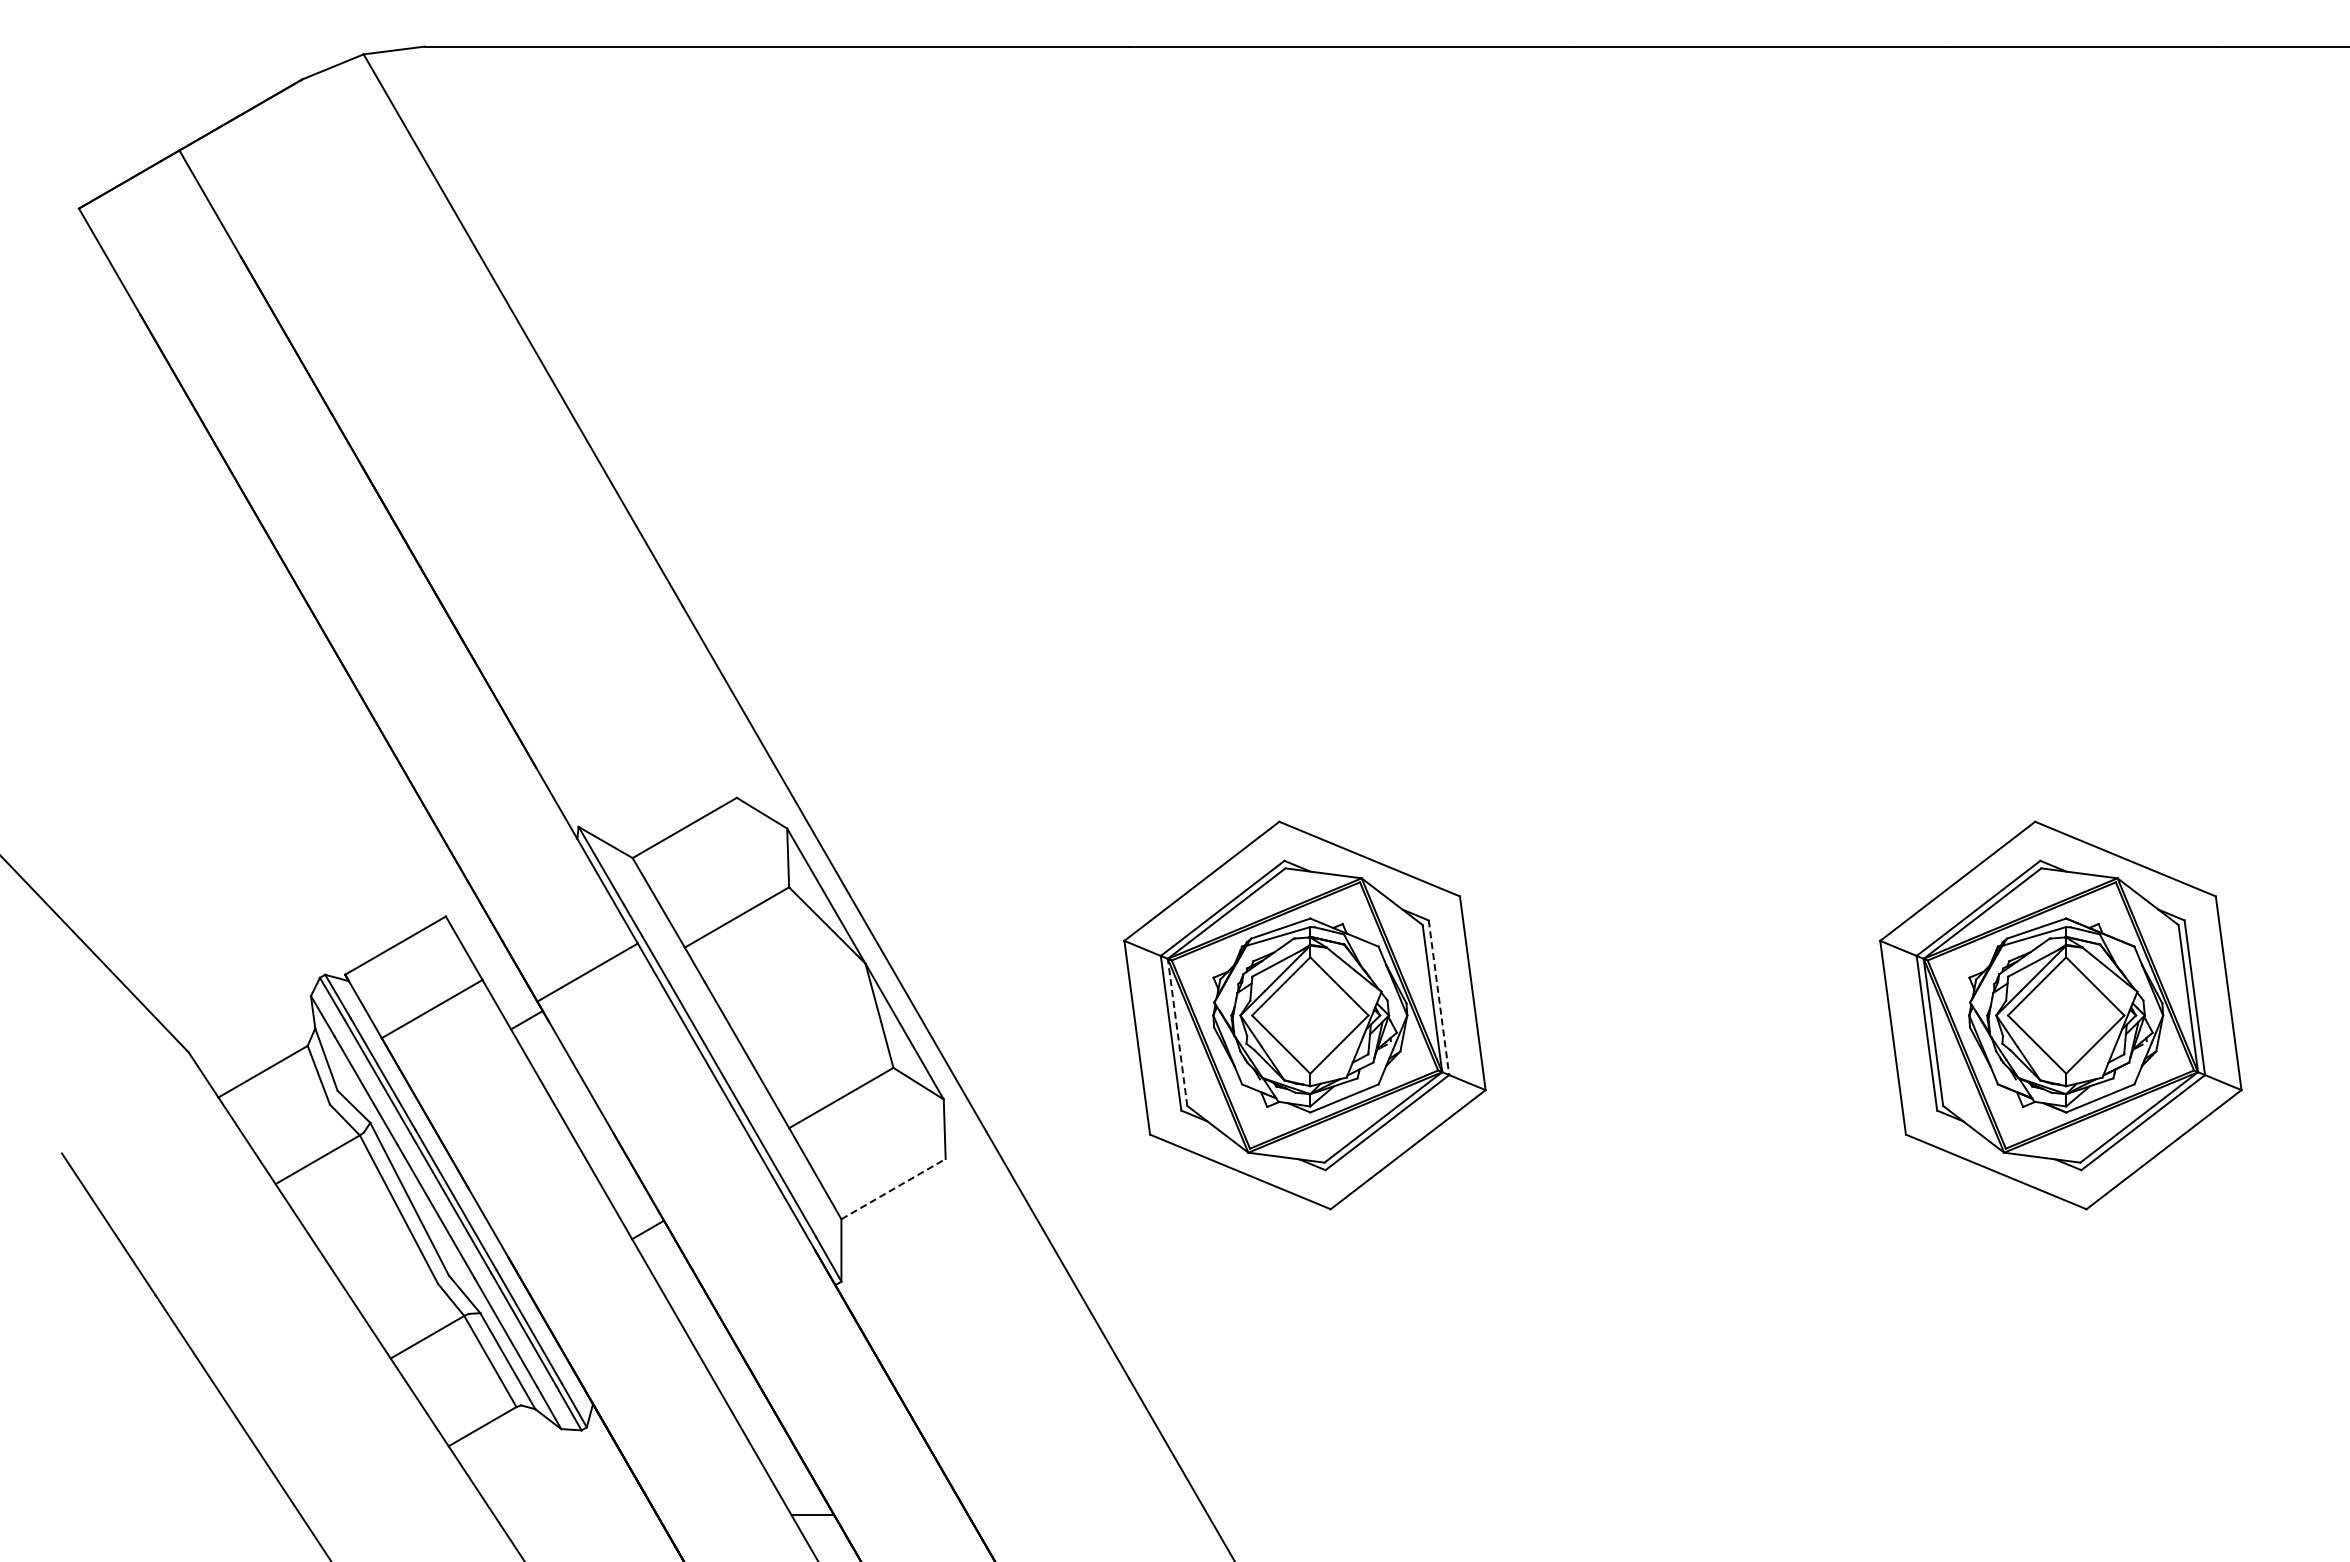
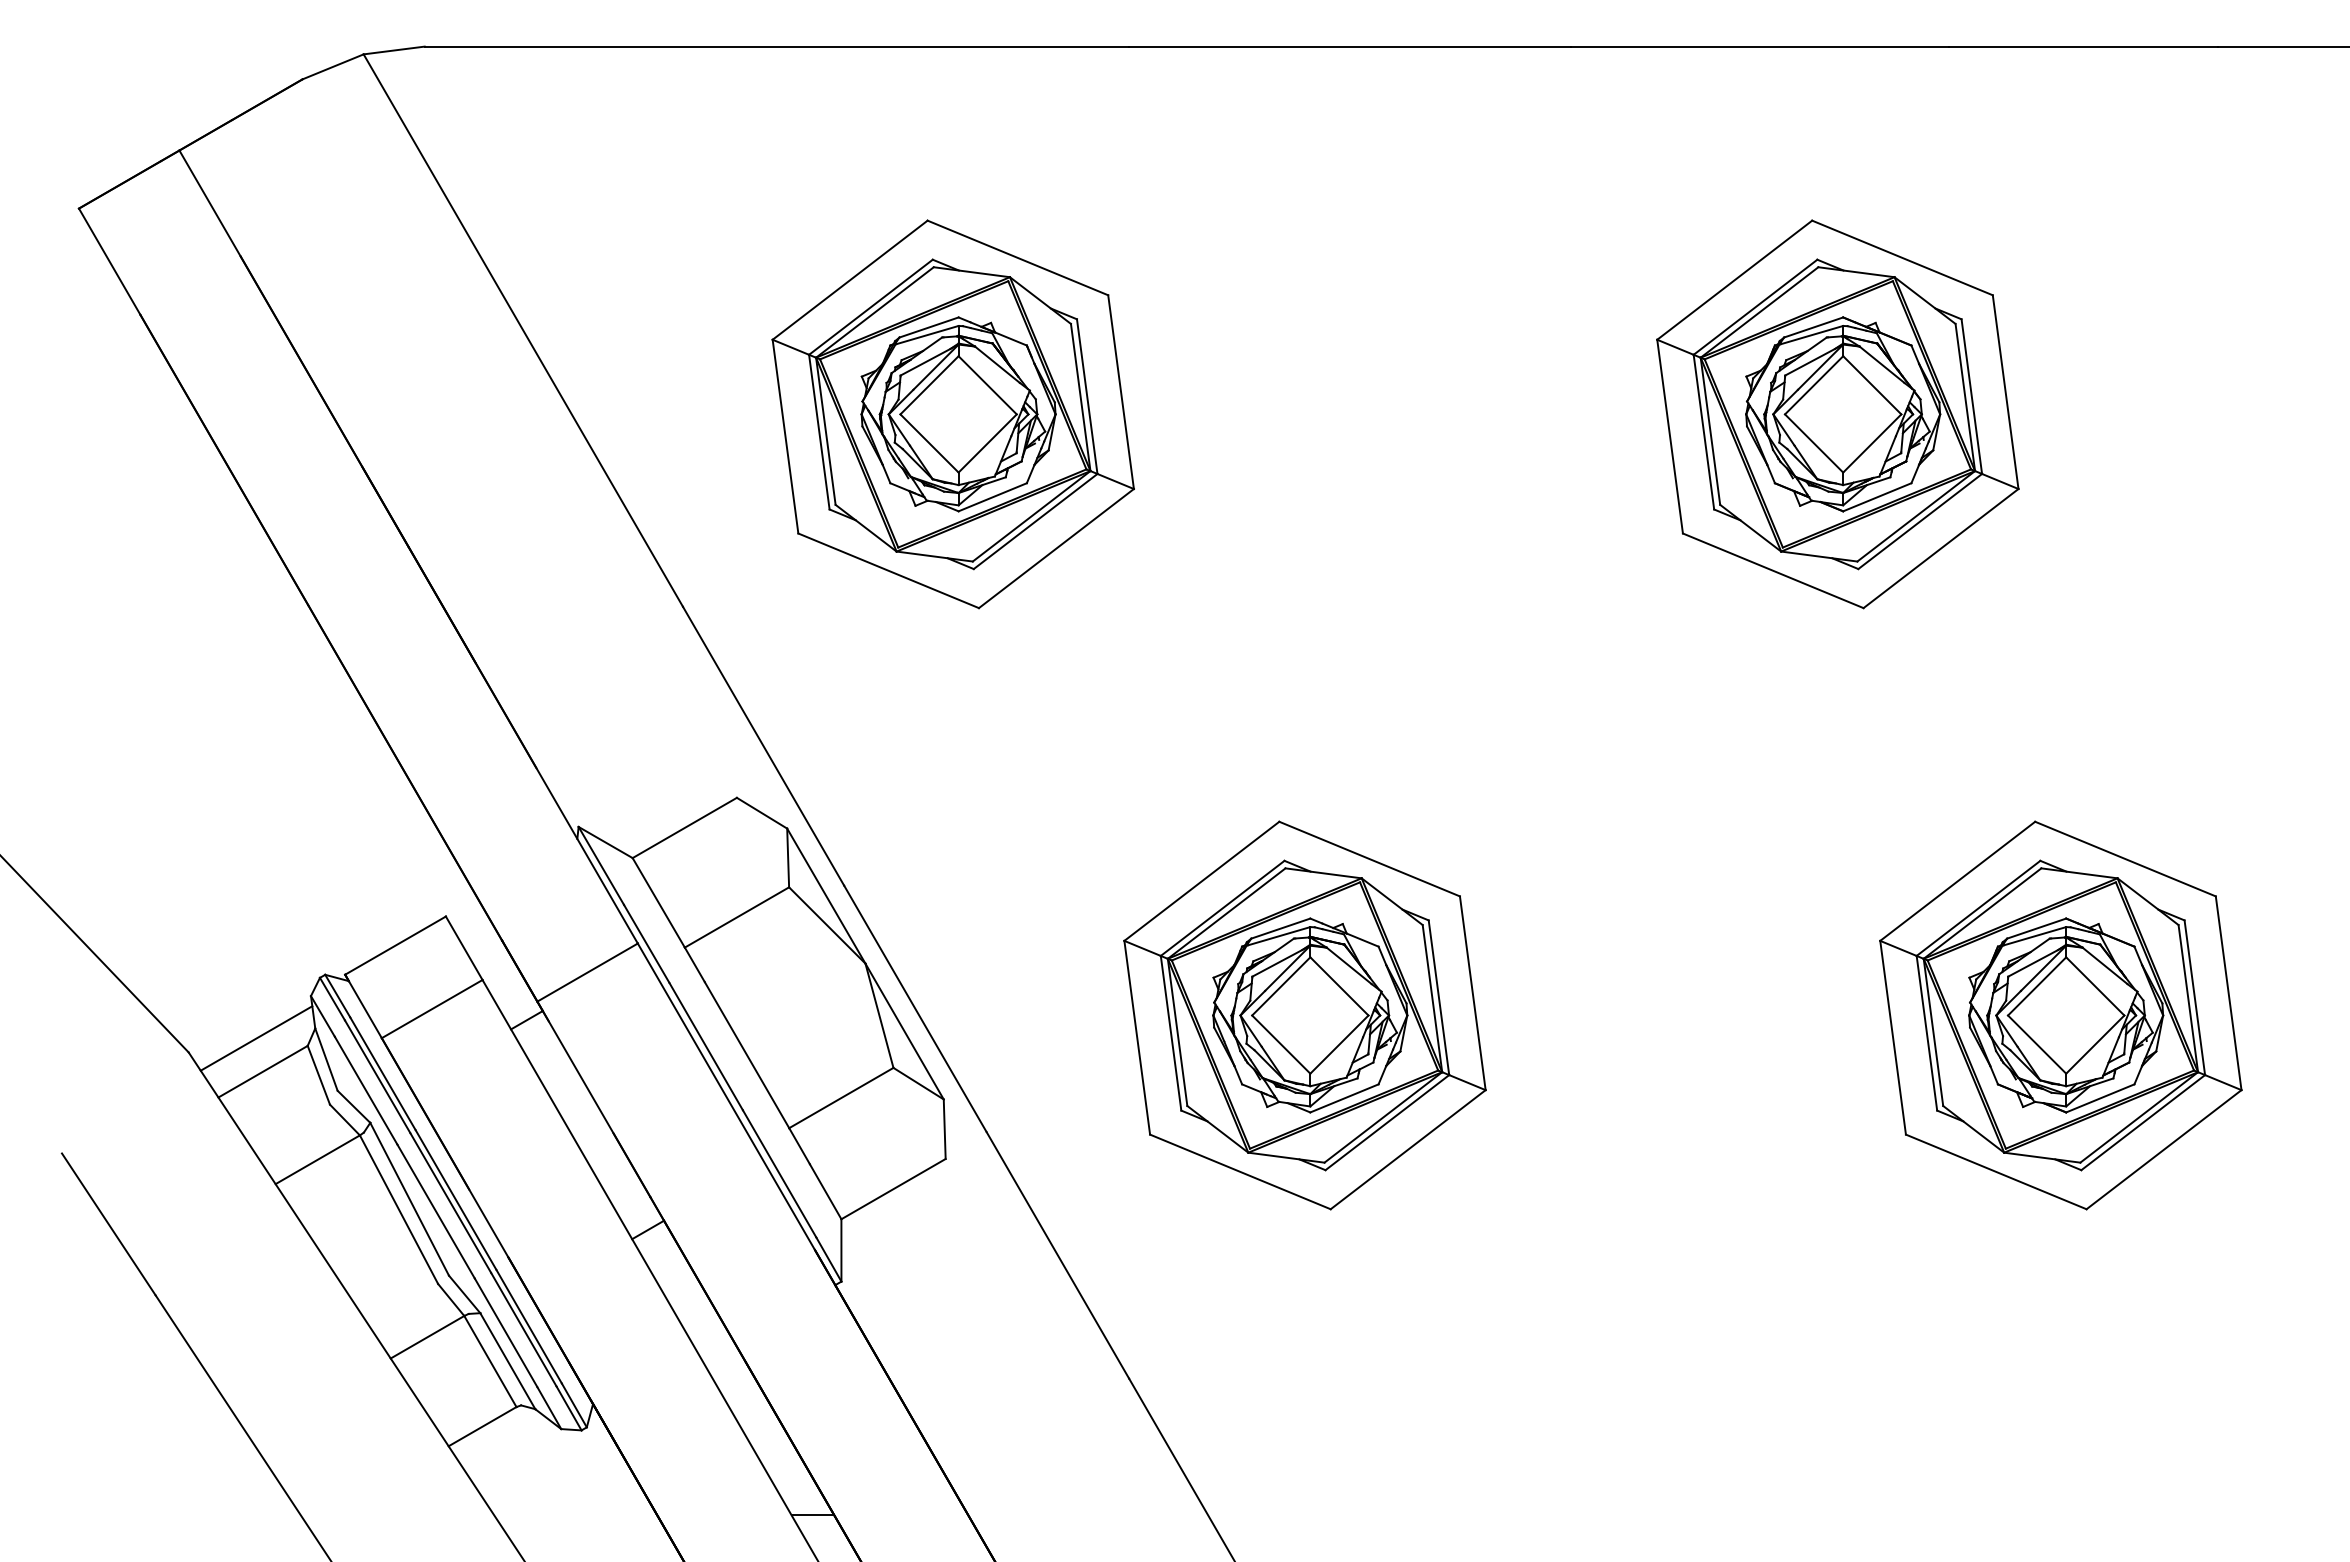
part at (952, 414): none -> present
part at (1837, 414): none -> present
line at (1439, 998): dashed -> solid
line at (1177, 1031): dashed -> solid
line at (256, 1038): none -> present
line at (893, 1188): dashed -> solid
